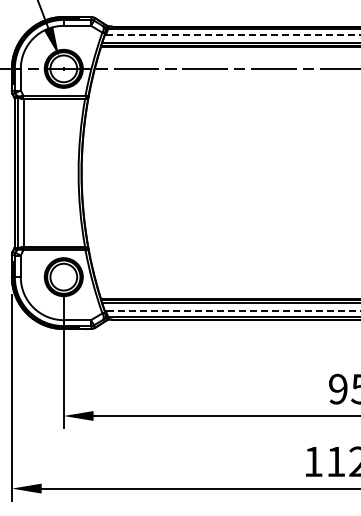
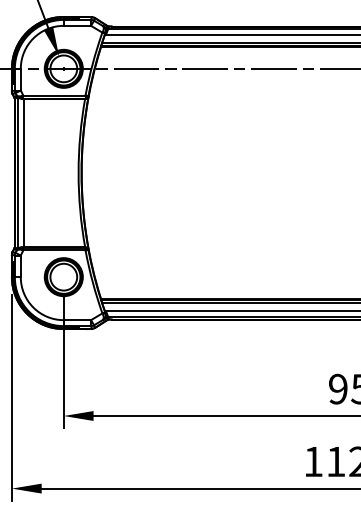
line at (233, 34): dashed -> solid
line at (232, 311): dashed -> solid
